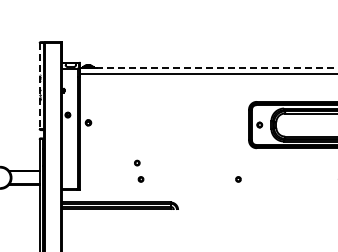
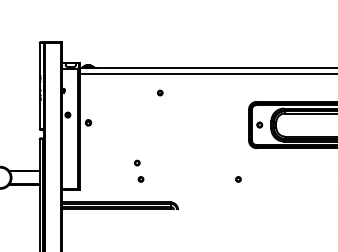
line at (217, 68): dashed -> solid
line at (39, 86): dashed -> solid
part at (160, 92): none -> present
